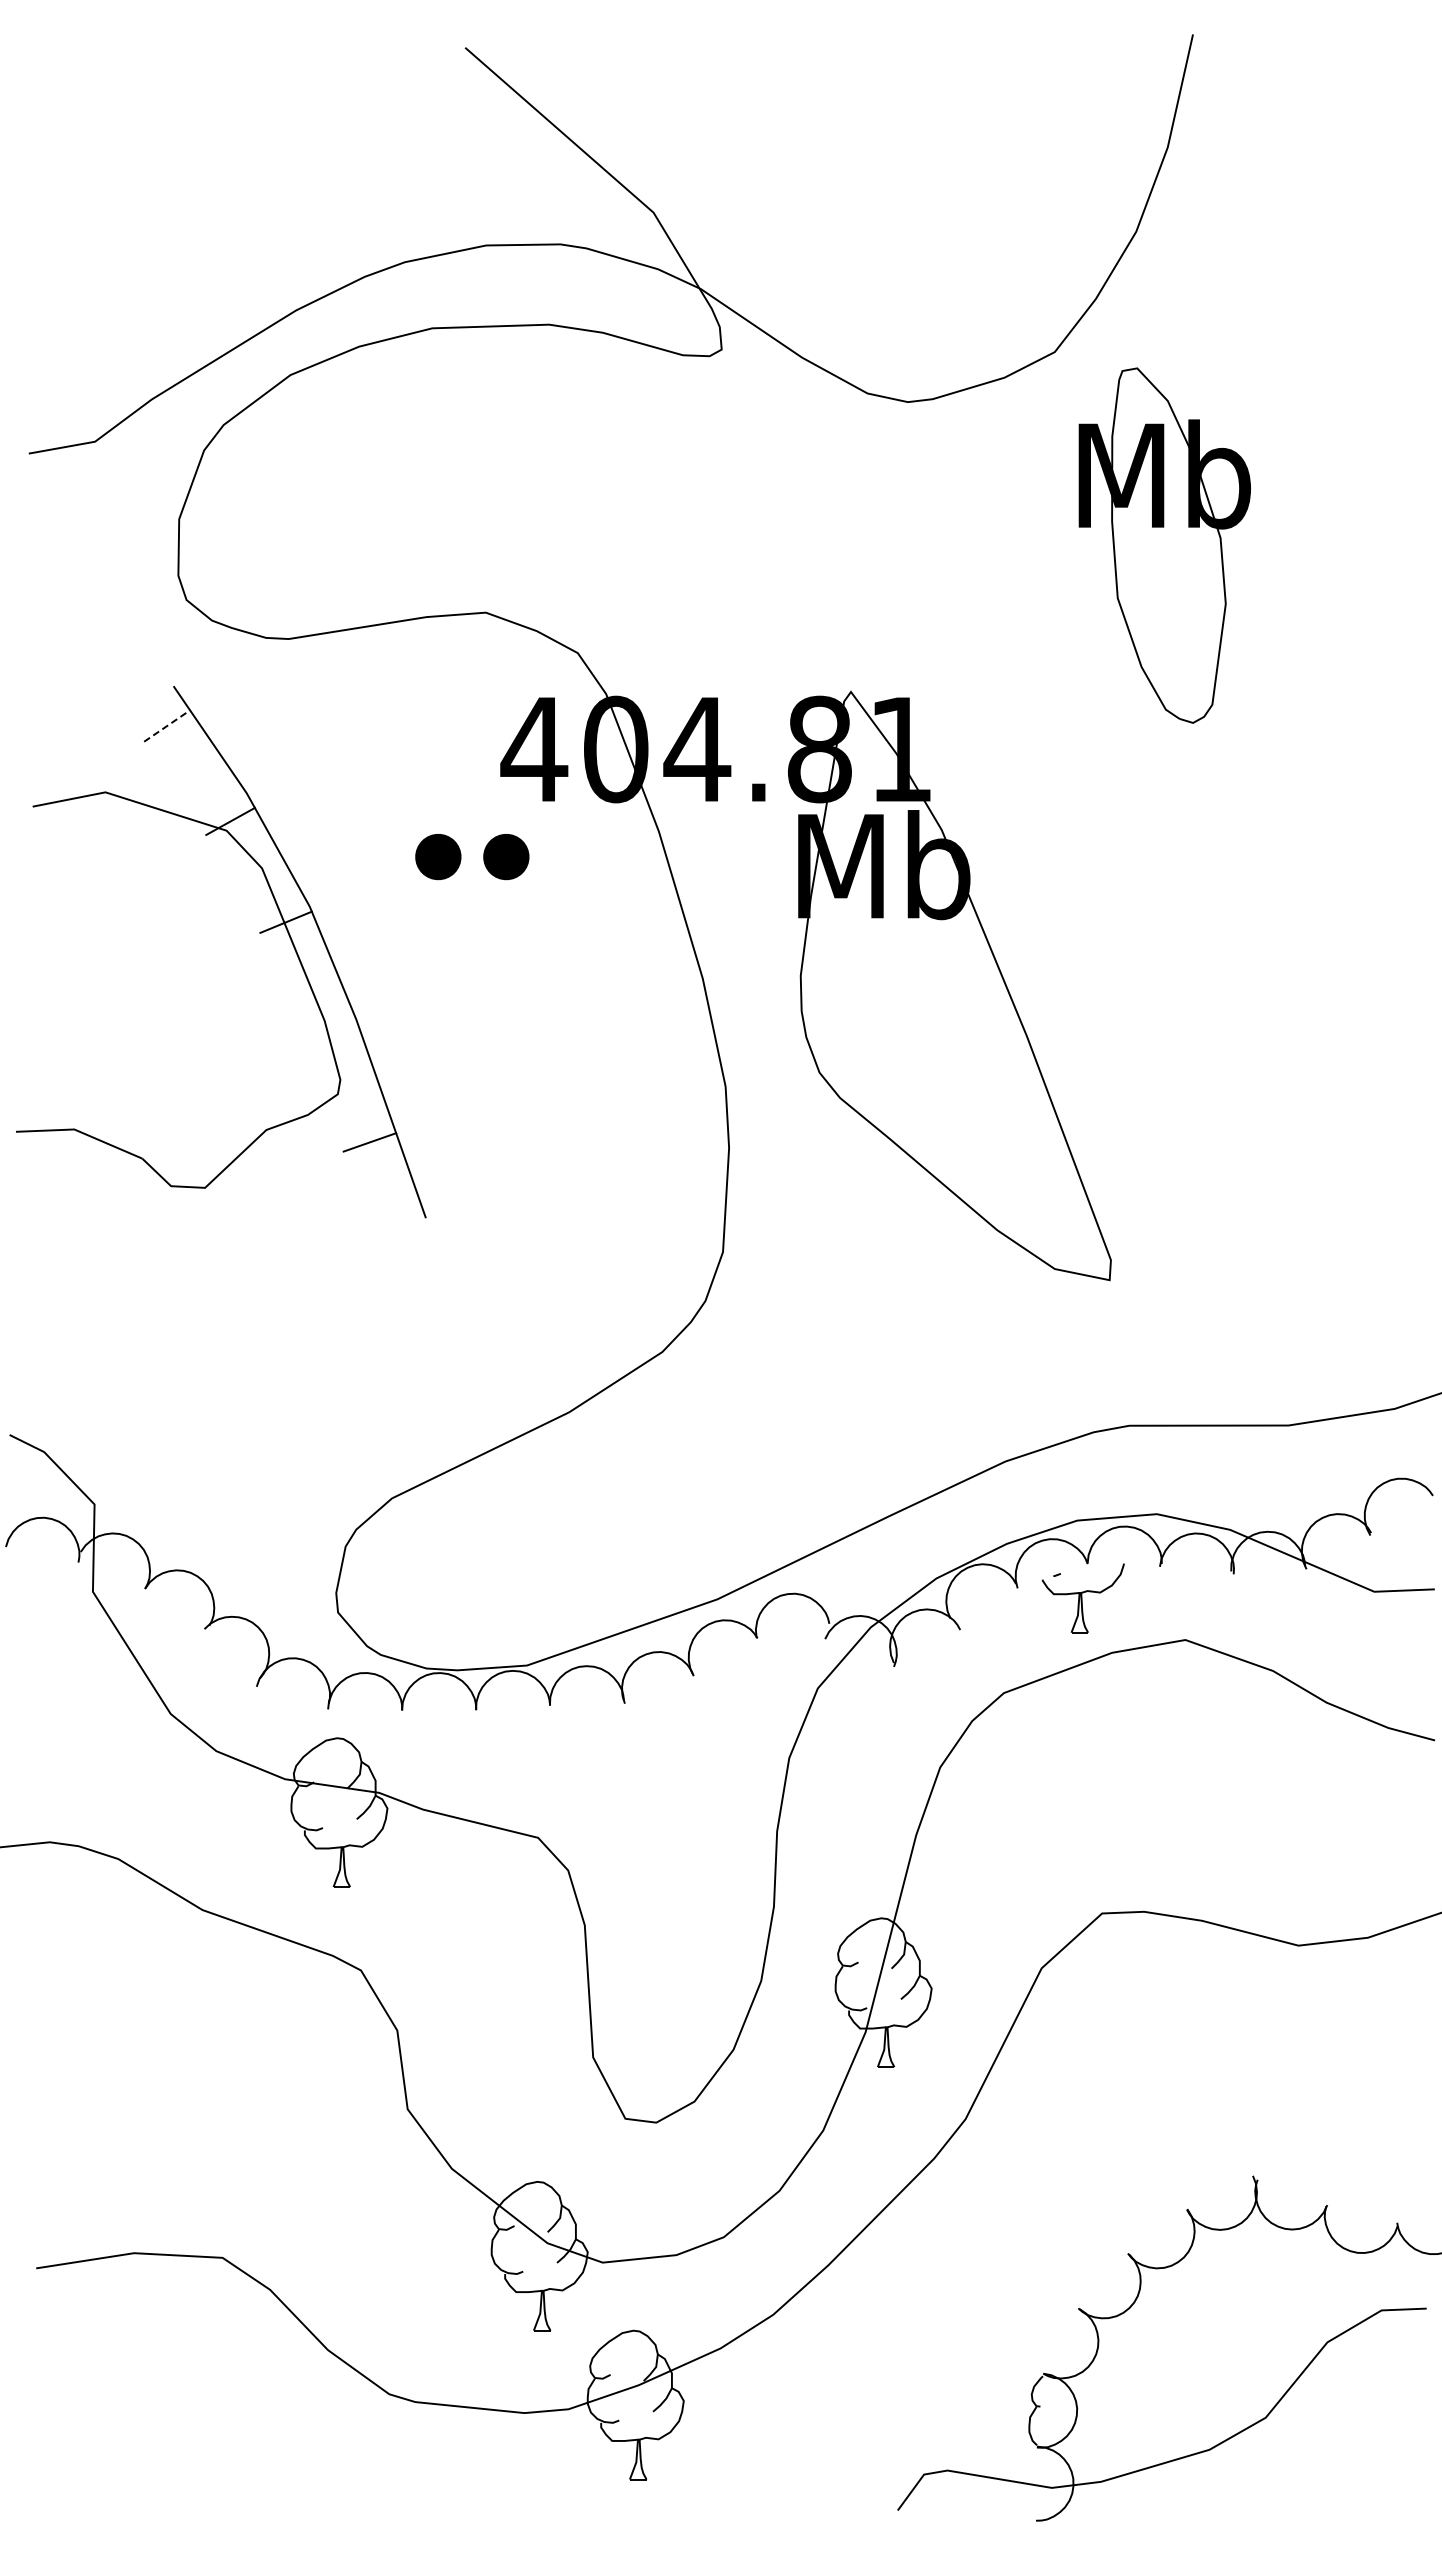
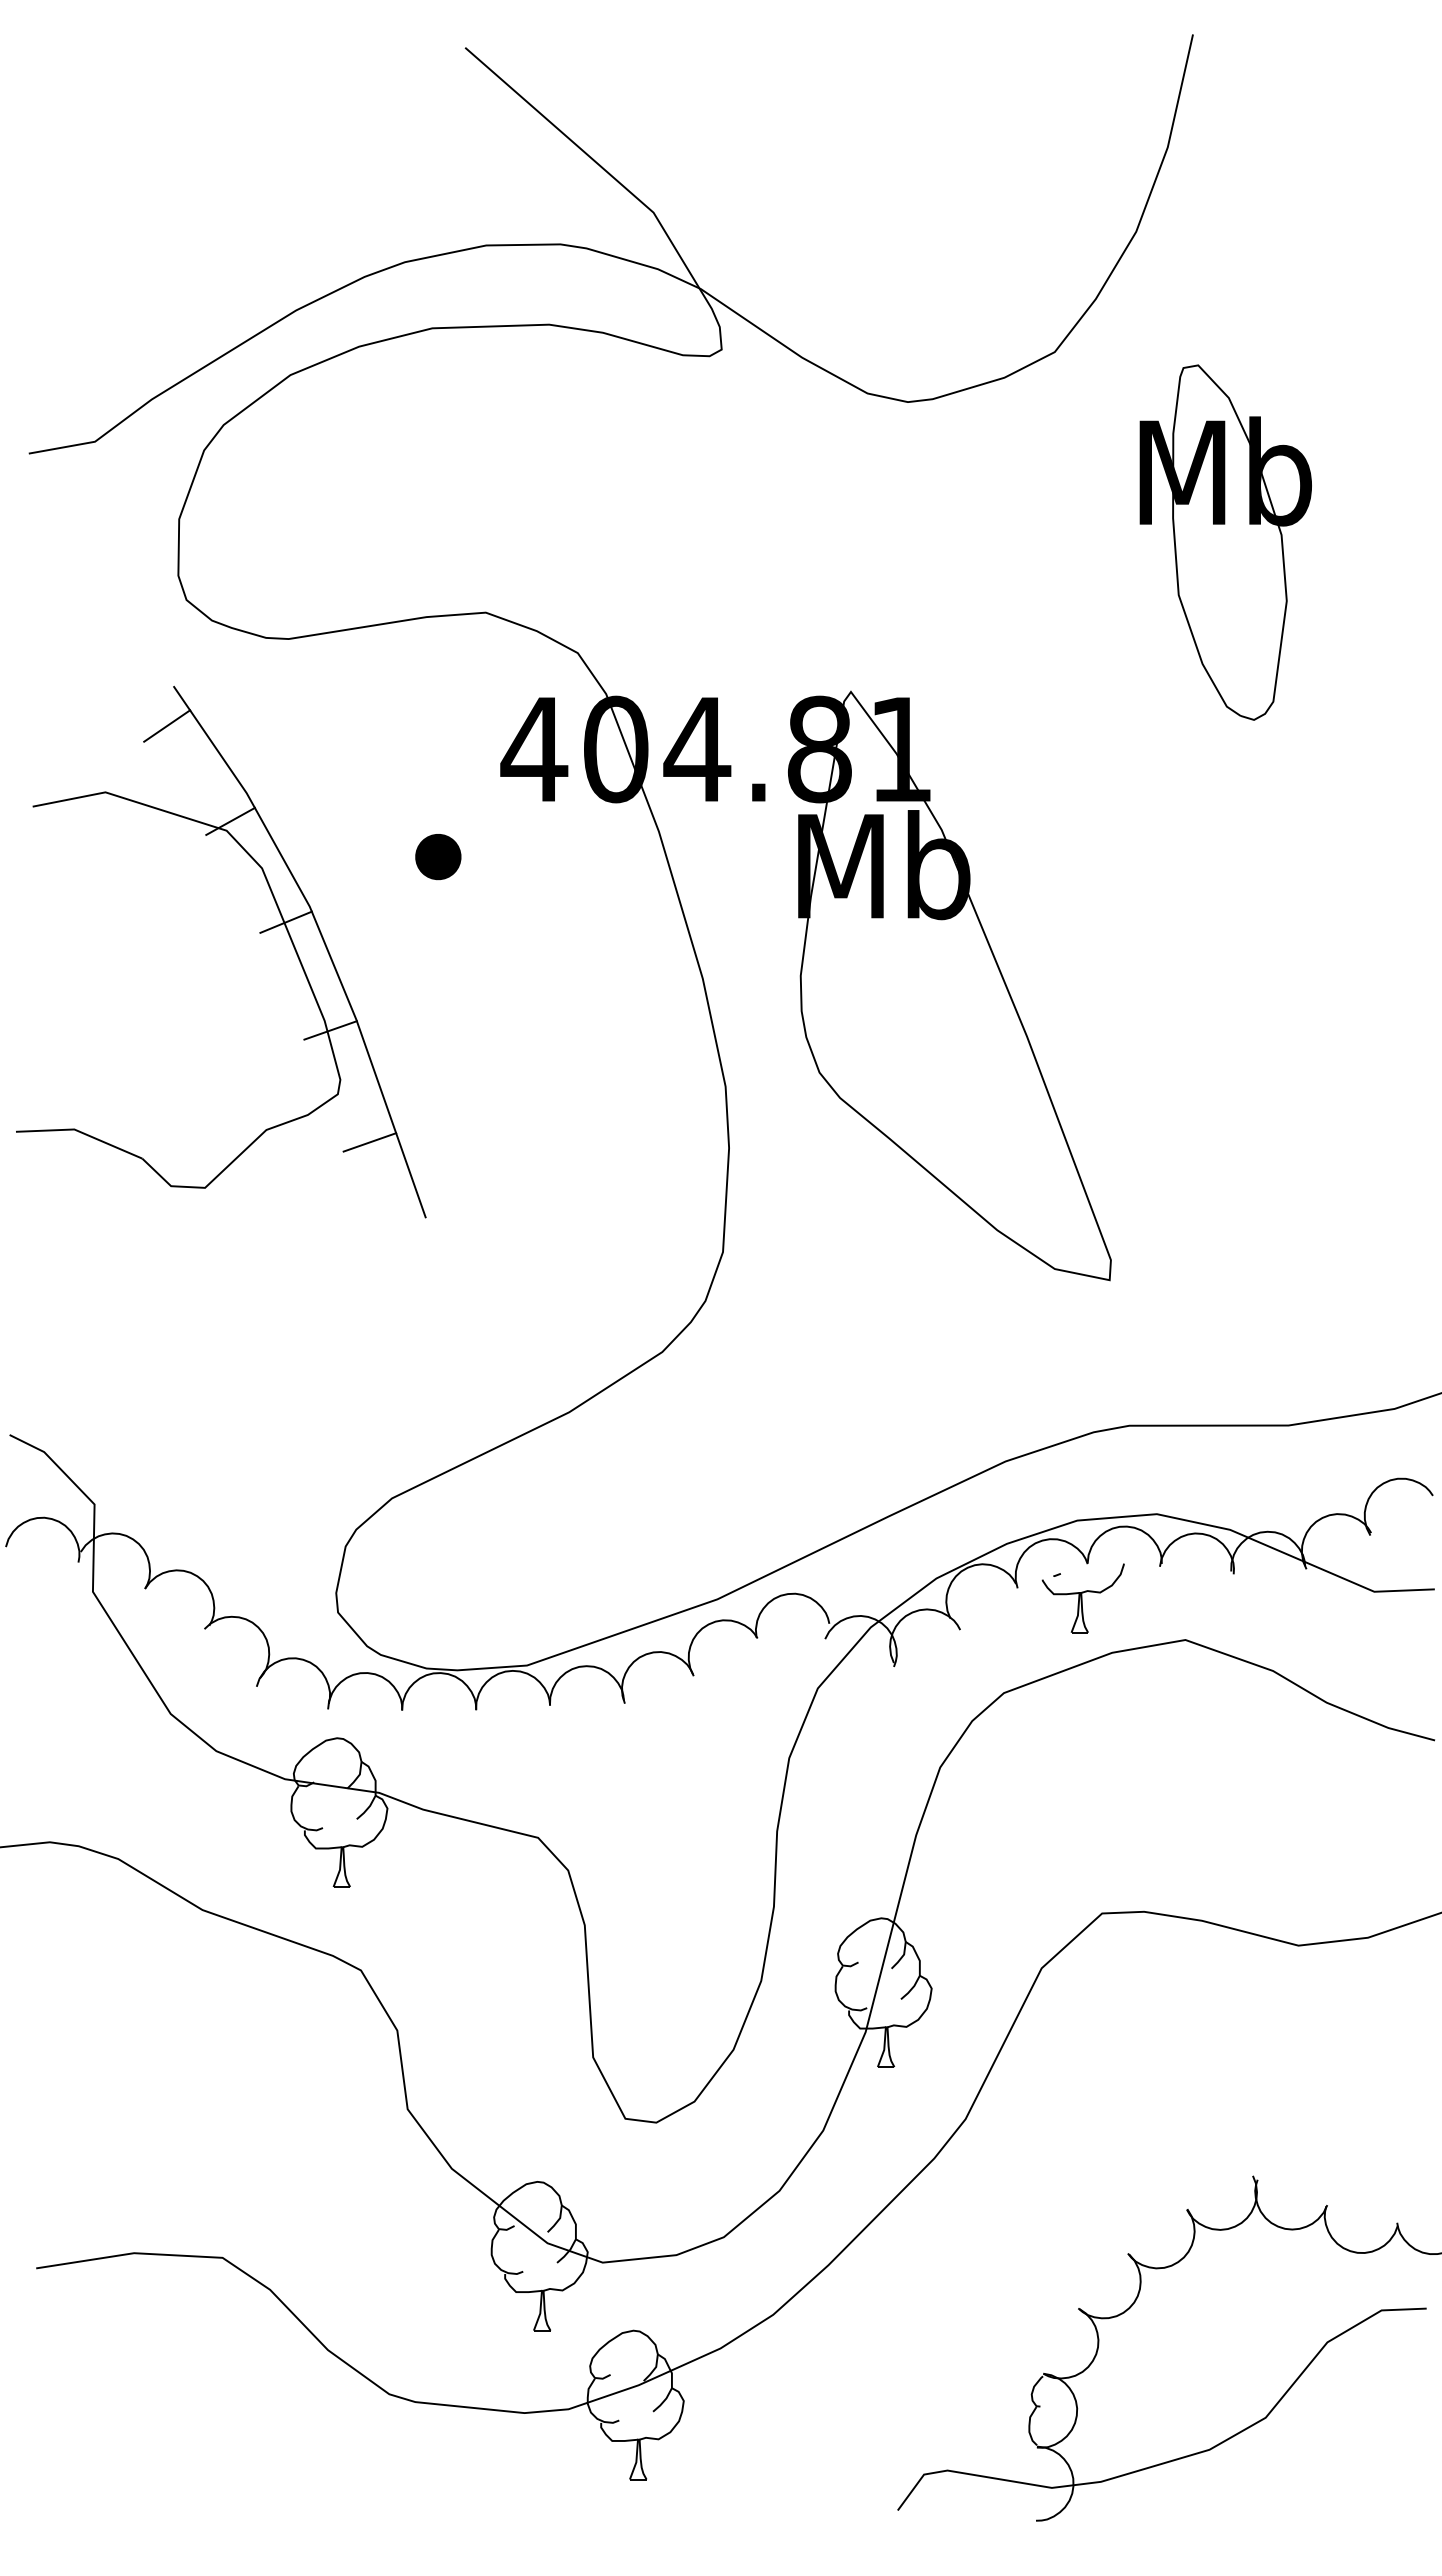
part at (1164, 545) position: (1164, 545) -> (1225, 542)
line at (167, 726): dashed -> solid
part at (506, 857): present -> none
line at (330, 1030): none -> present
